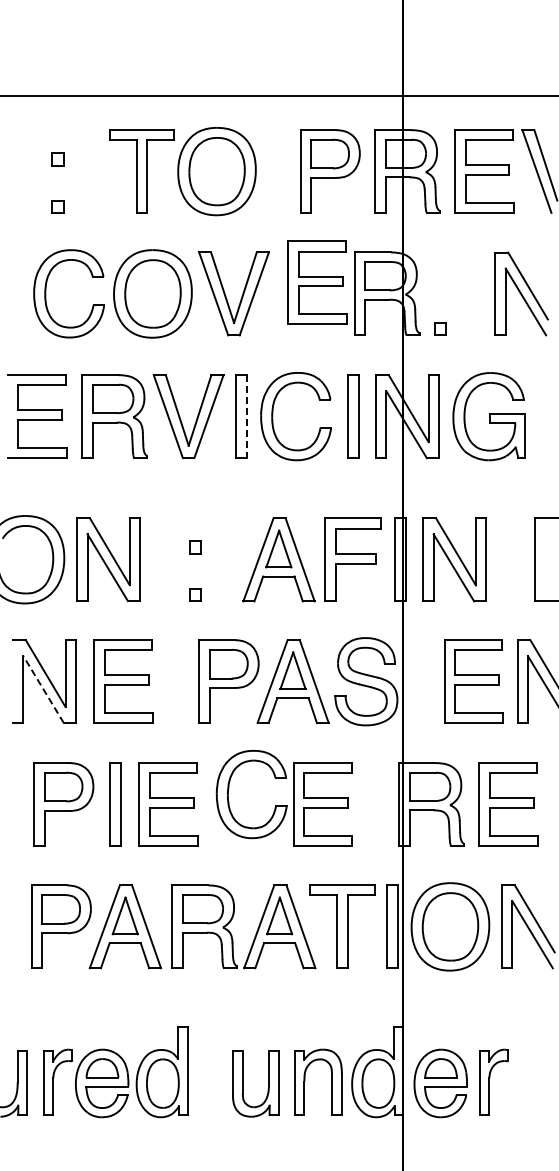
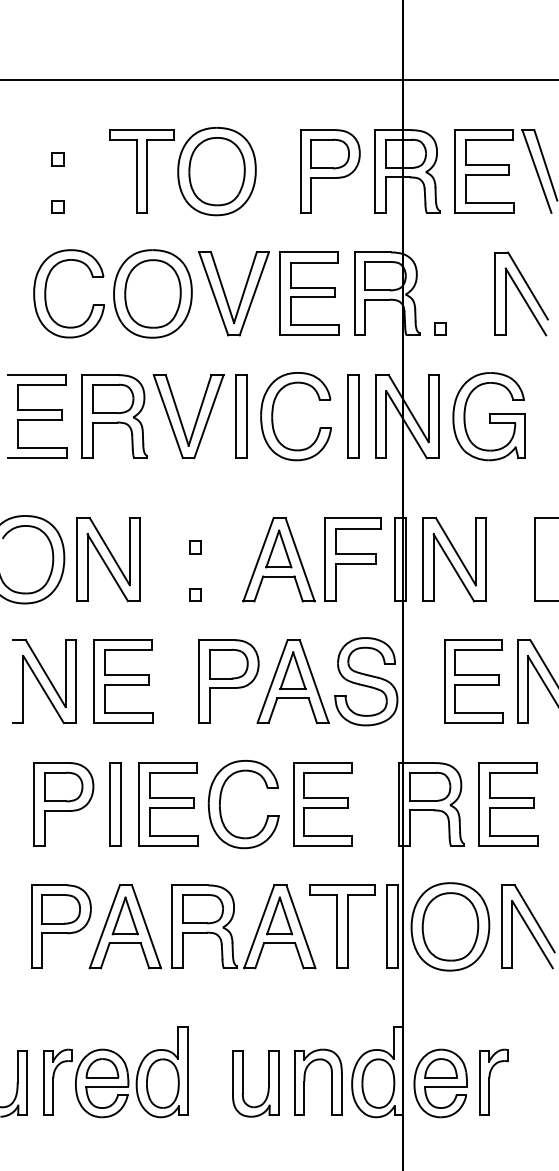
line at (278, 95) position: (278, 95) -> (278, 79)
part at (317, 282) position: (317, 282) -> (309, 293)
line at (247, 417): dashed -> solid
line at (43, 689): dashed -> solid
part at (229, 789) position: (229, 789) -> (221, 799)
